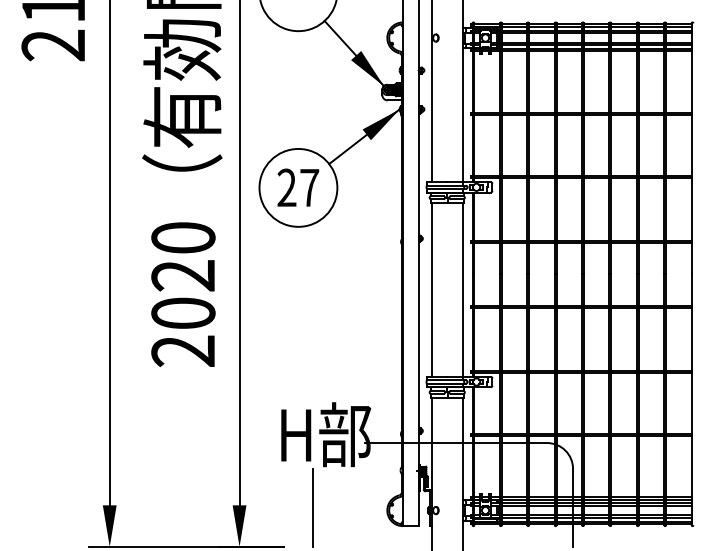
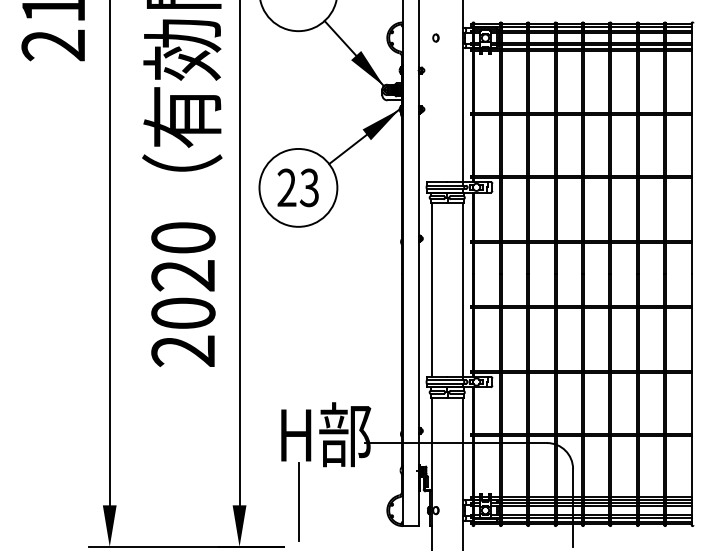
line at (431, 92): present -> none
text at (309, 187): 27 -> 23
line at (312, 507) position: (312, 507) -> (298, 501)
